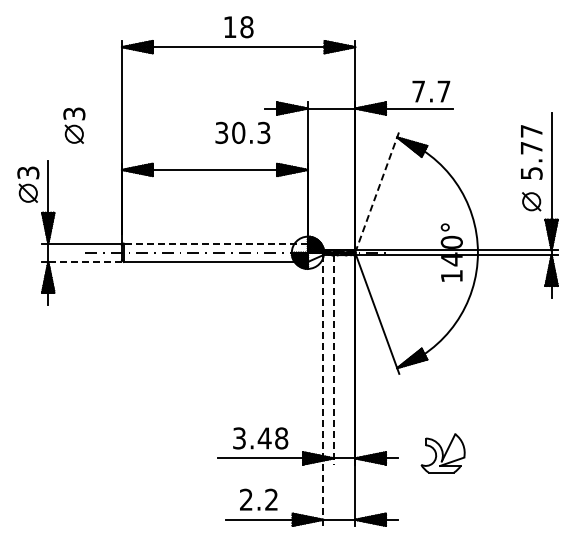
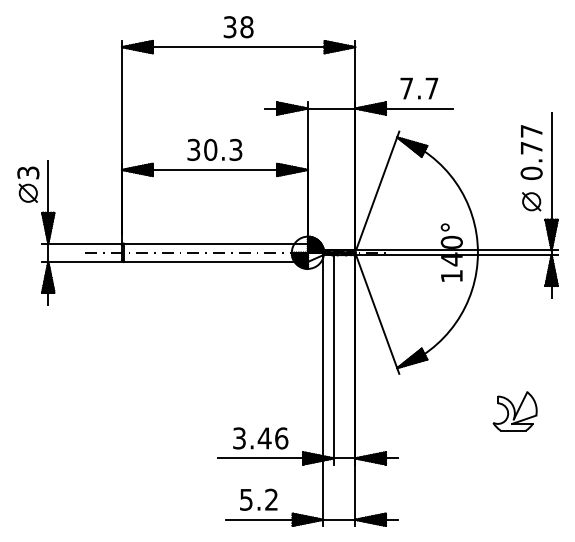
text at (229, 27): 18 -> 38
text at (431, 91) position: (431, 91) -> (419, 88)
part at (74, 125): present -> none
text at (242, 132) position: (242, 132) -> (214, 149)
text at (531, 172): 5.77 -> 0.77
line at (377, 191): dashed -> solid
line at (215, 243): dashed -> solid
line at (85, 261): dashed -> solid
line at (333, 359): dashed -> solid
line at (323, 391): dashed -> solid
text at (281, 438): 3.48 -> 3.46
part at (442, 453) position: (442, 453) -> (514, 411)
text at (246, 499): 2.2 -> 5.2
